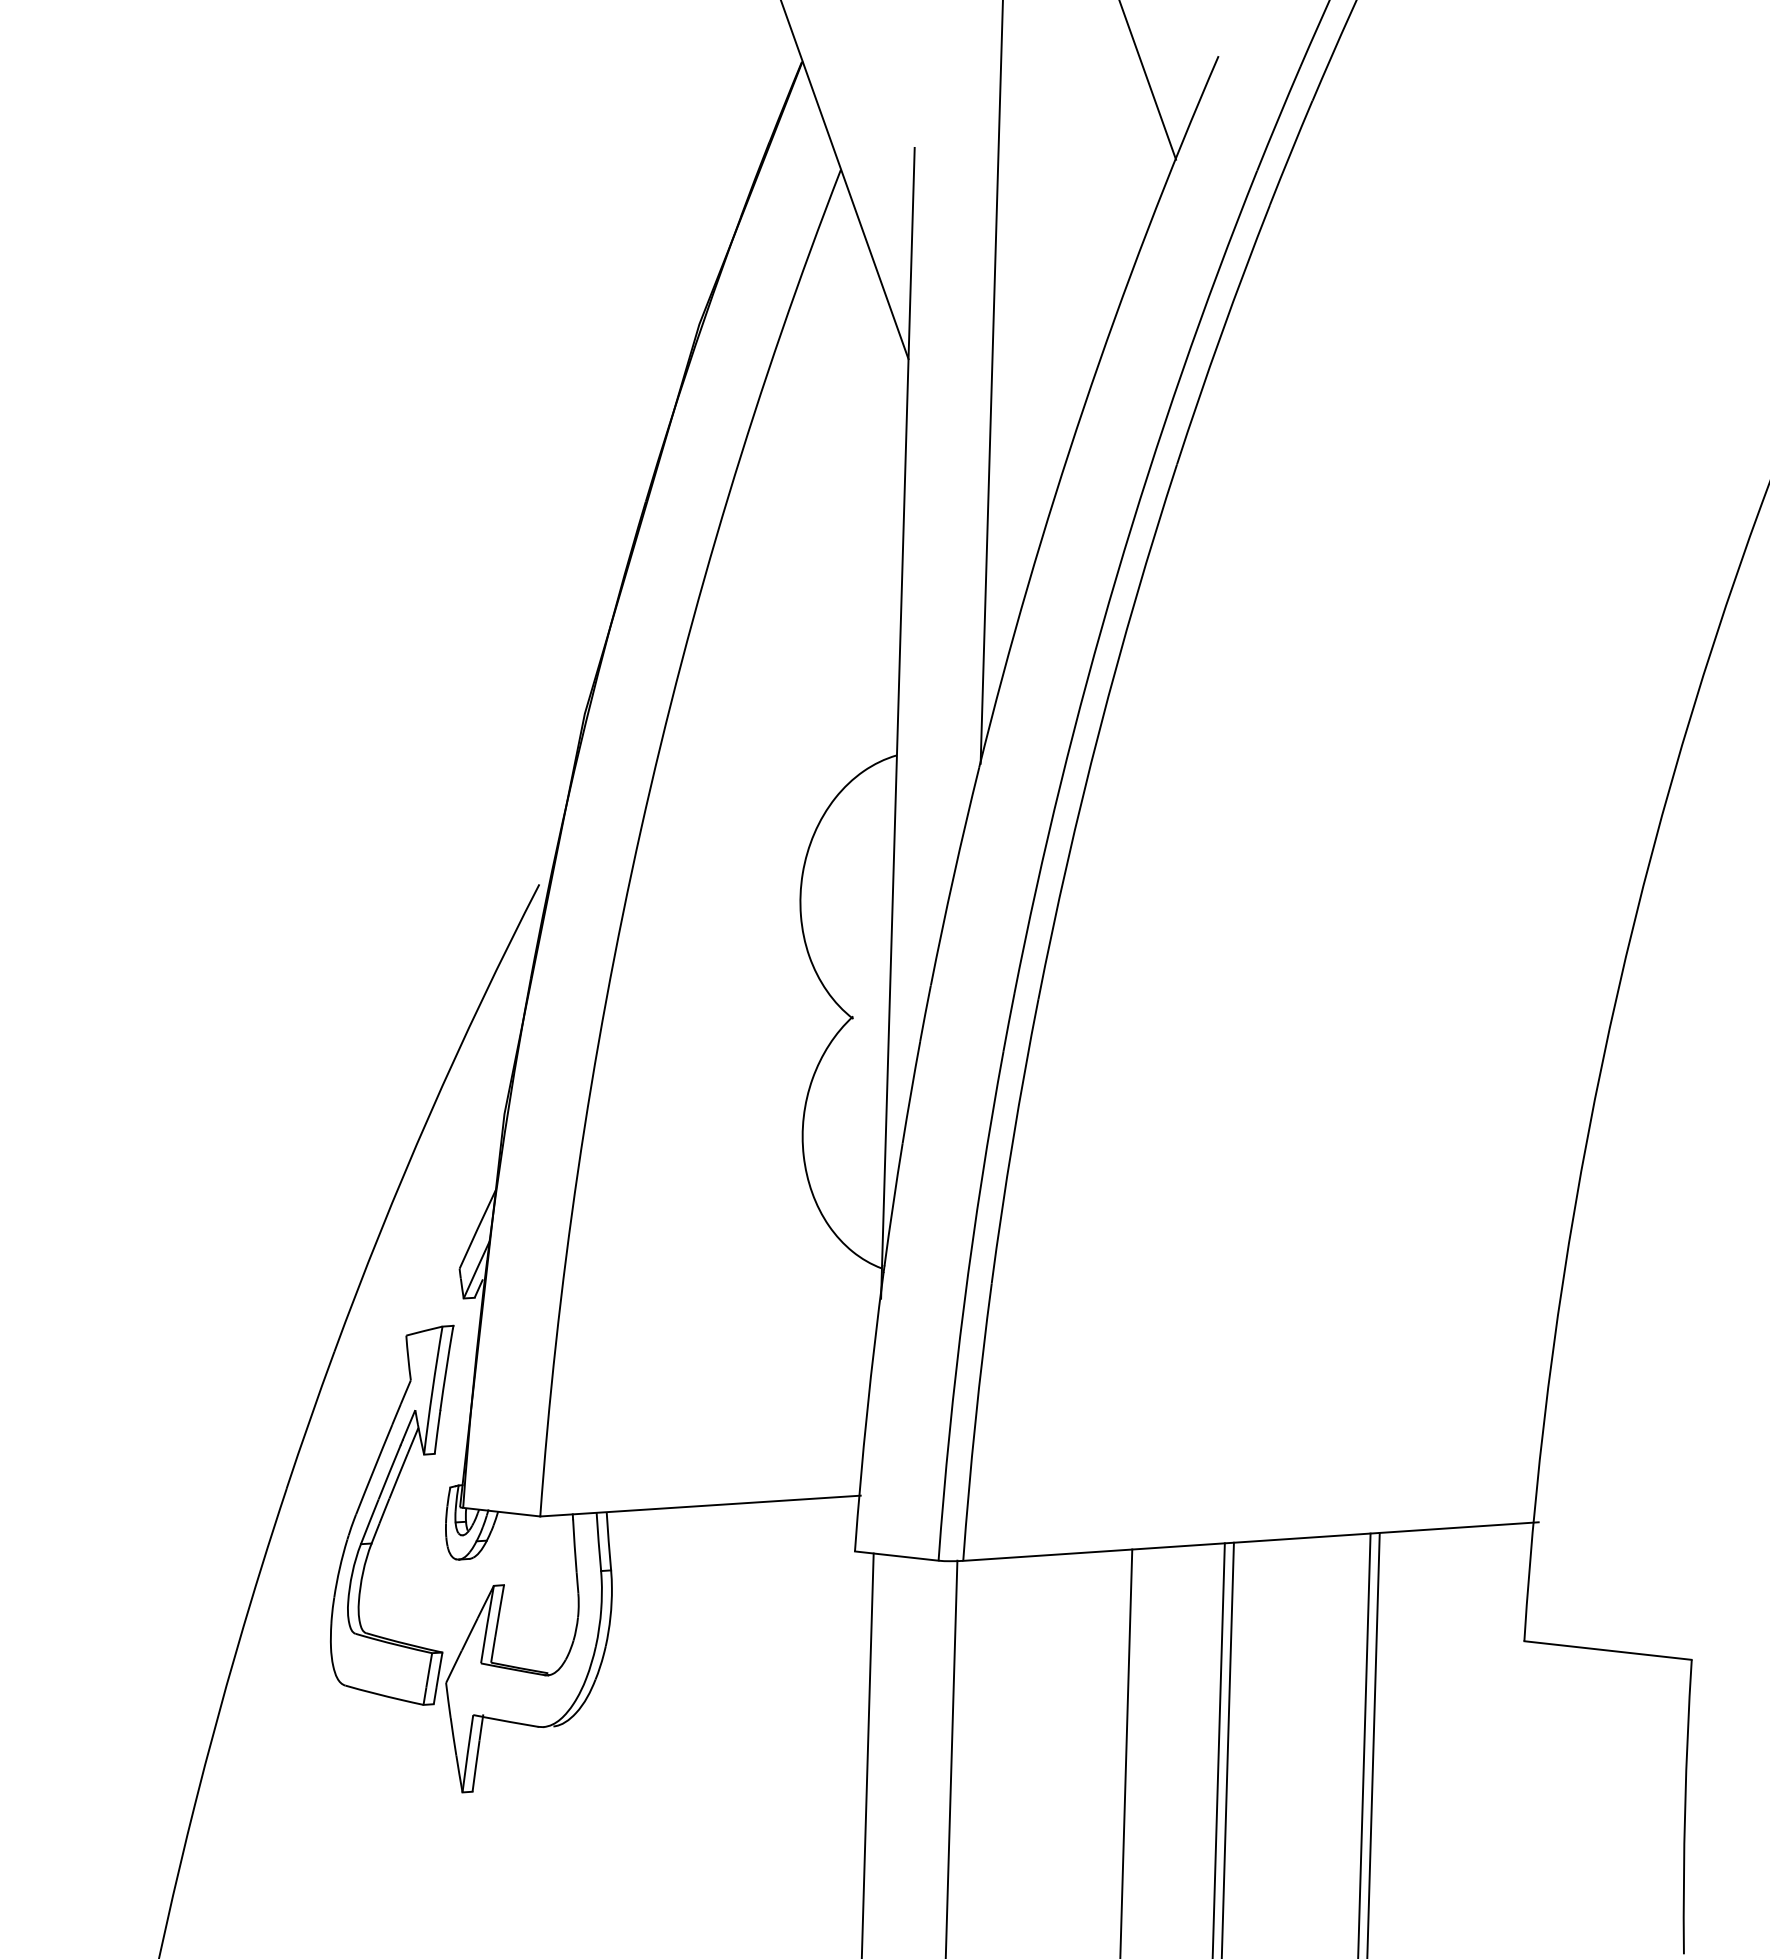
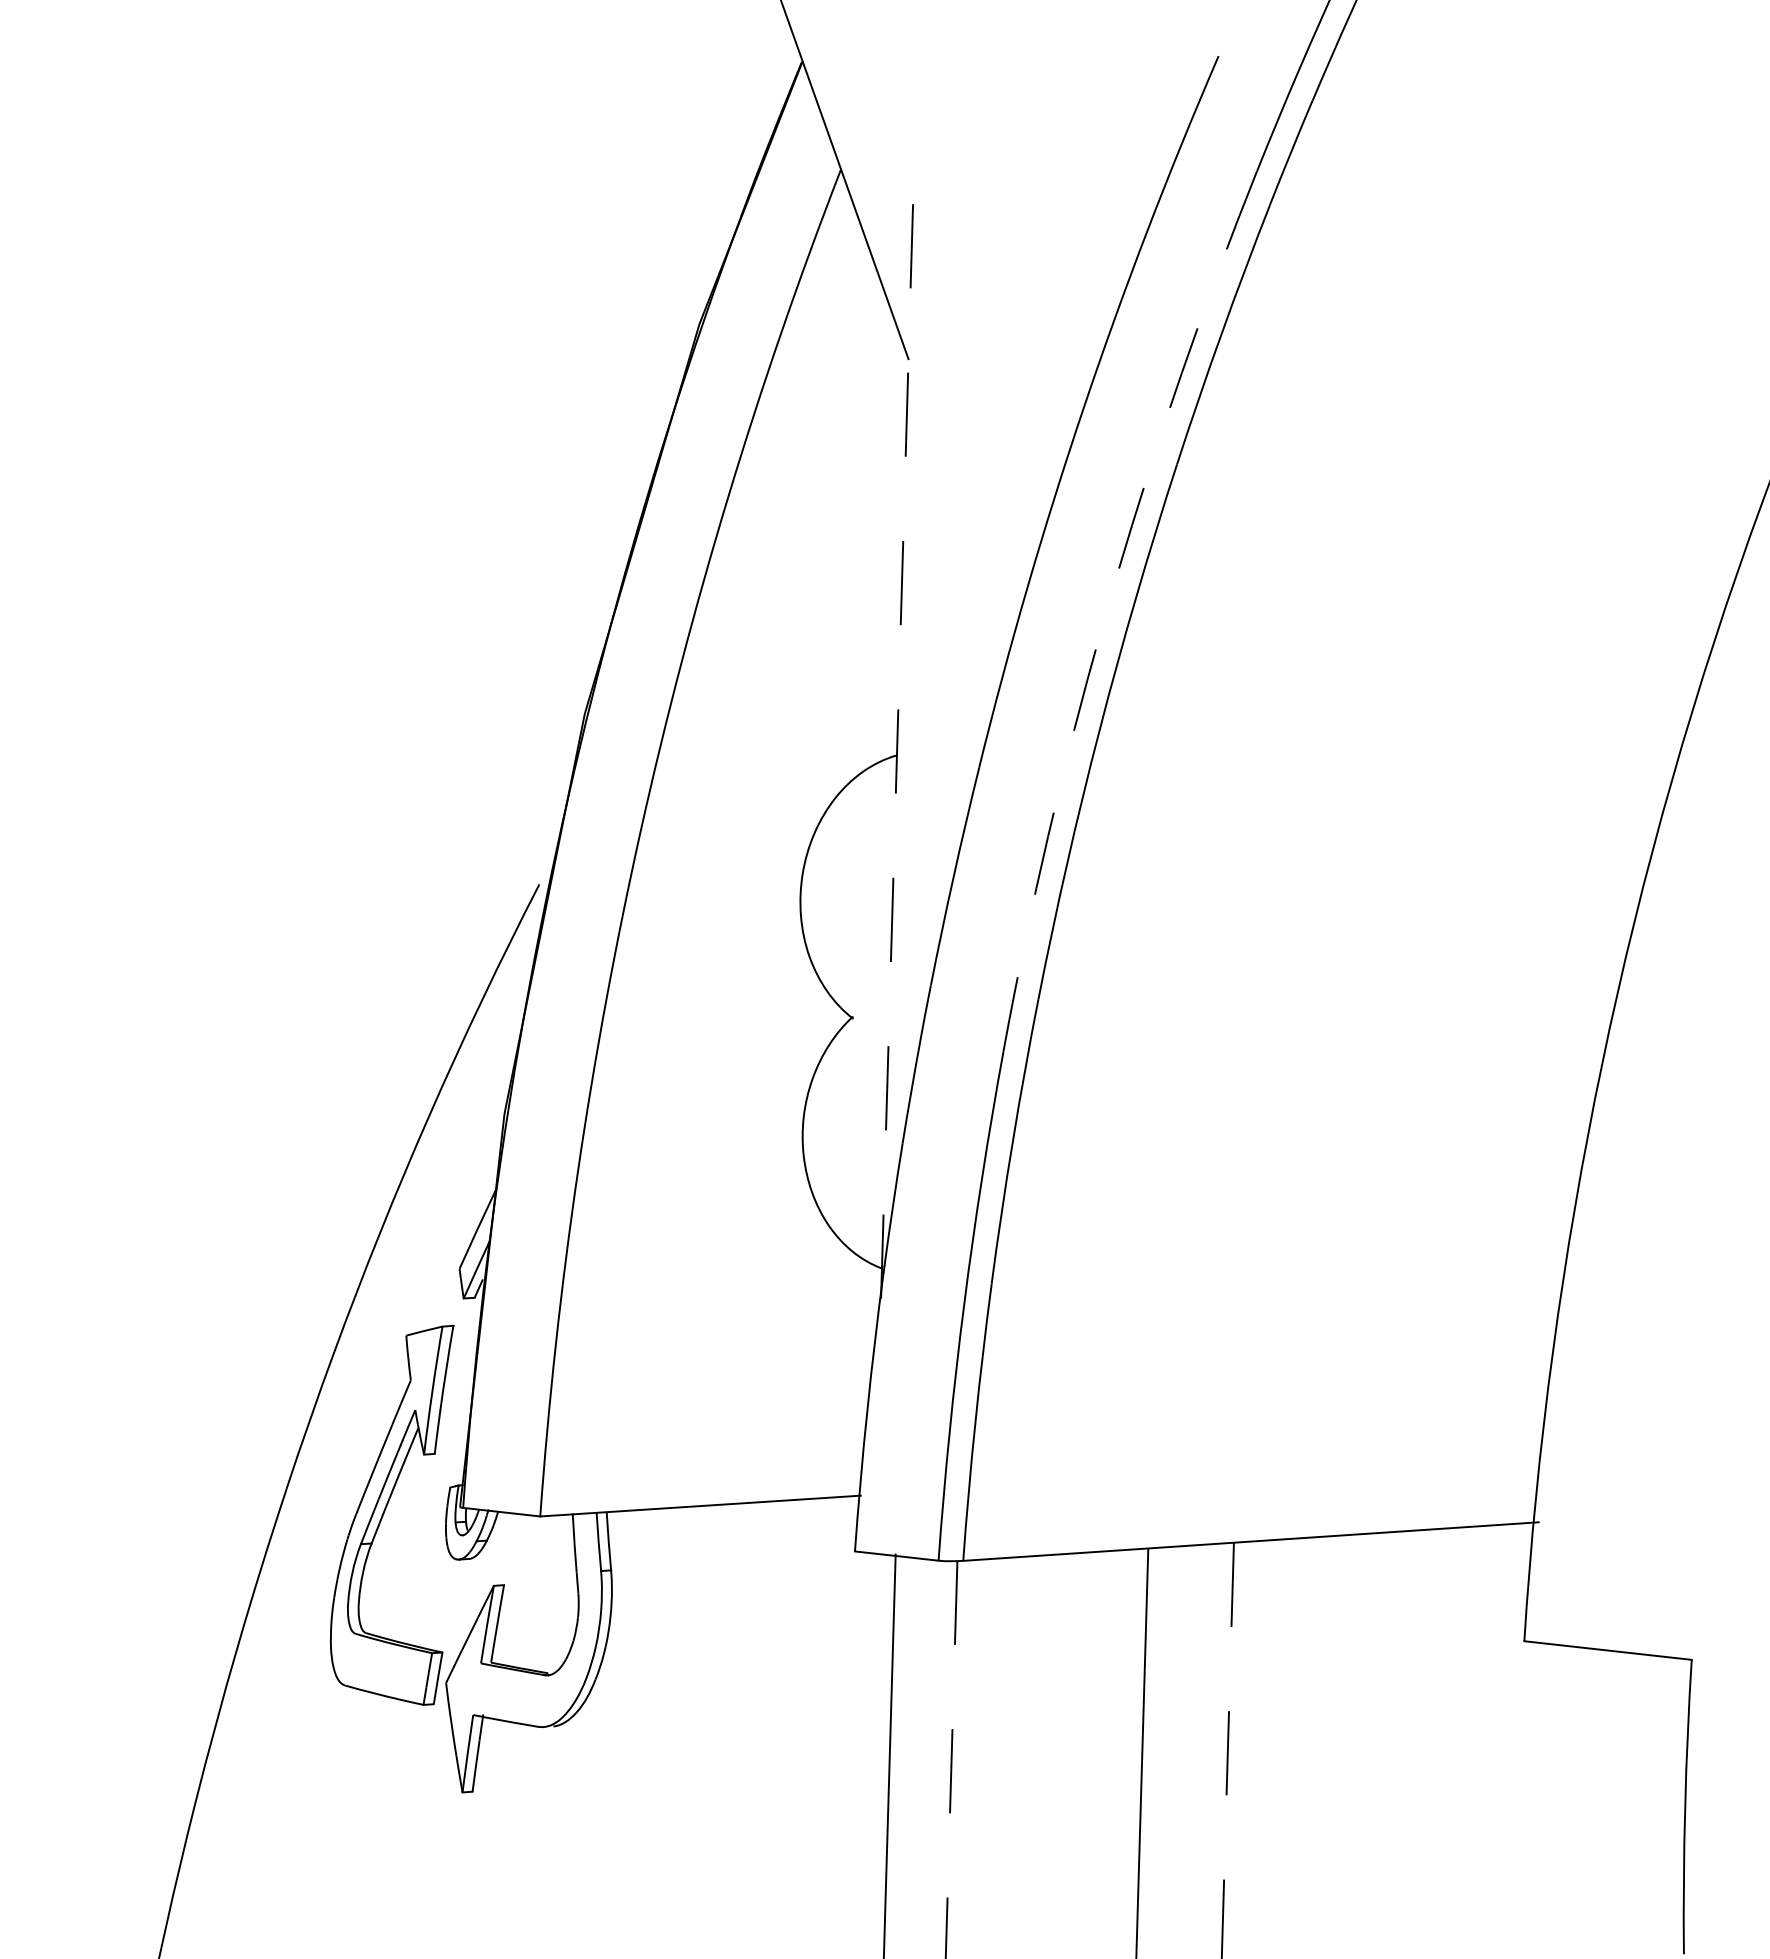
line at (1148, 80): present -> none
line at (991, 382): present -> none
arc at (1116, 576): solid -> dashed
line at (897, 723): solid -> dashed
line at (1373, 1743): present -> none
line at (1364, 1744): present -> none
line at (1218, 1749): present -> none
line at (1227, 1750): solid -> dashed
line at (1126, 1752) position: (1126, 1752) -> (1142, 1752)
line at (867, 1754) position: (867, 1754) -> (889, 1754)
line at (951, 1759): solid -> dashed
